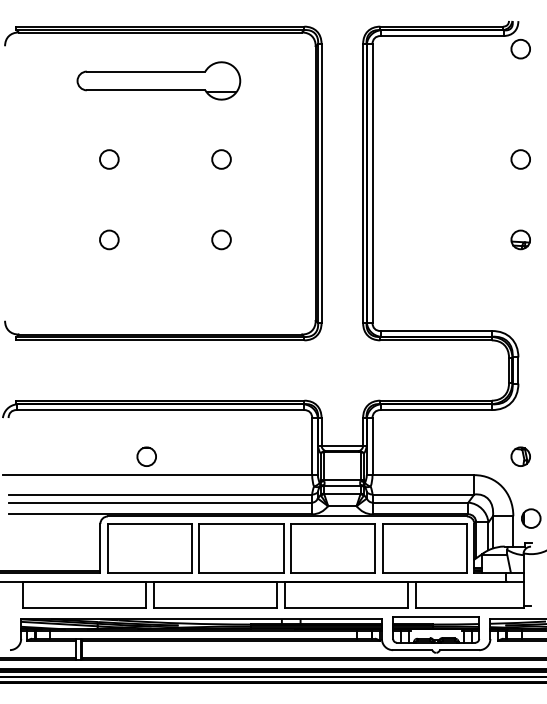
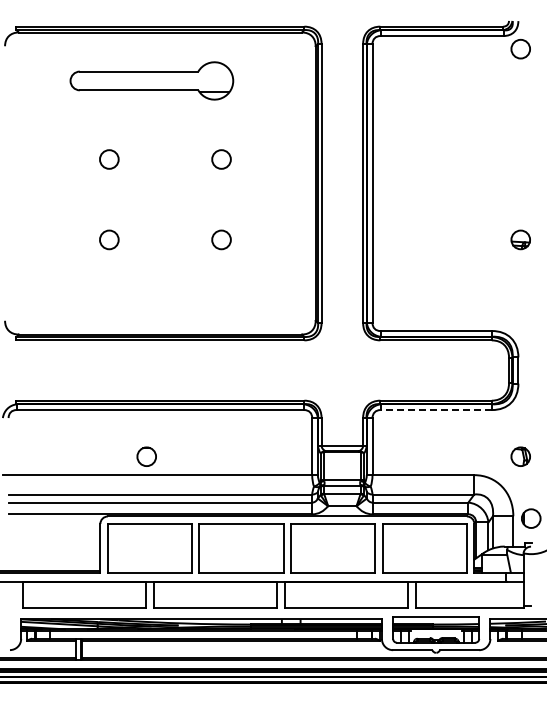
part at (158, 80) position: (158, 80) -> (151, 80)
circle at (520, 159): present -> none
line at (436, 410): solid -> dashed
